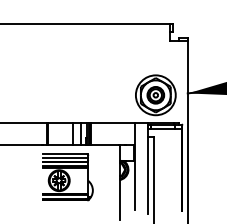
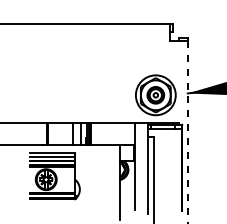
line at (187, 132): solid -> dashed
part at (67, 177) position: (67, 177) -> (54, 176)
